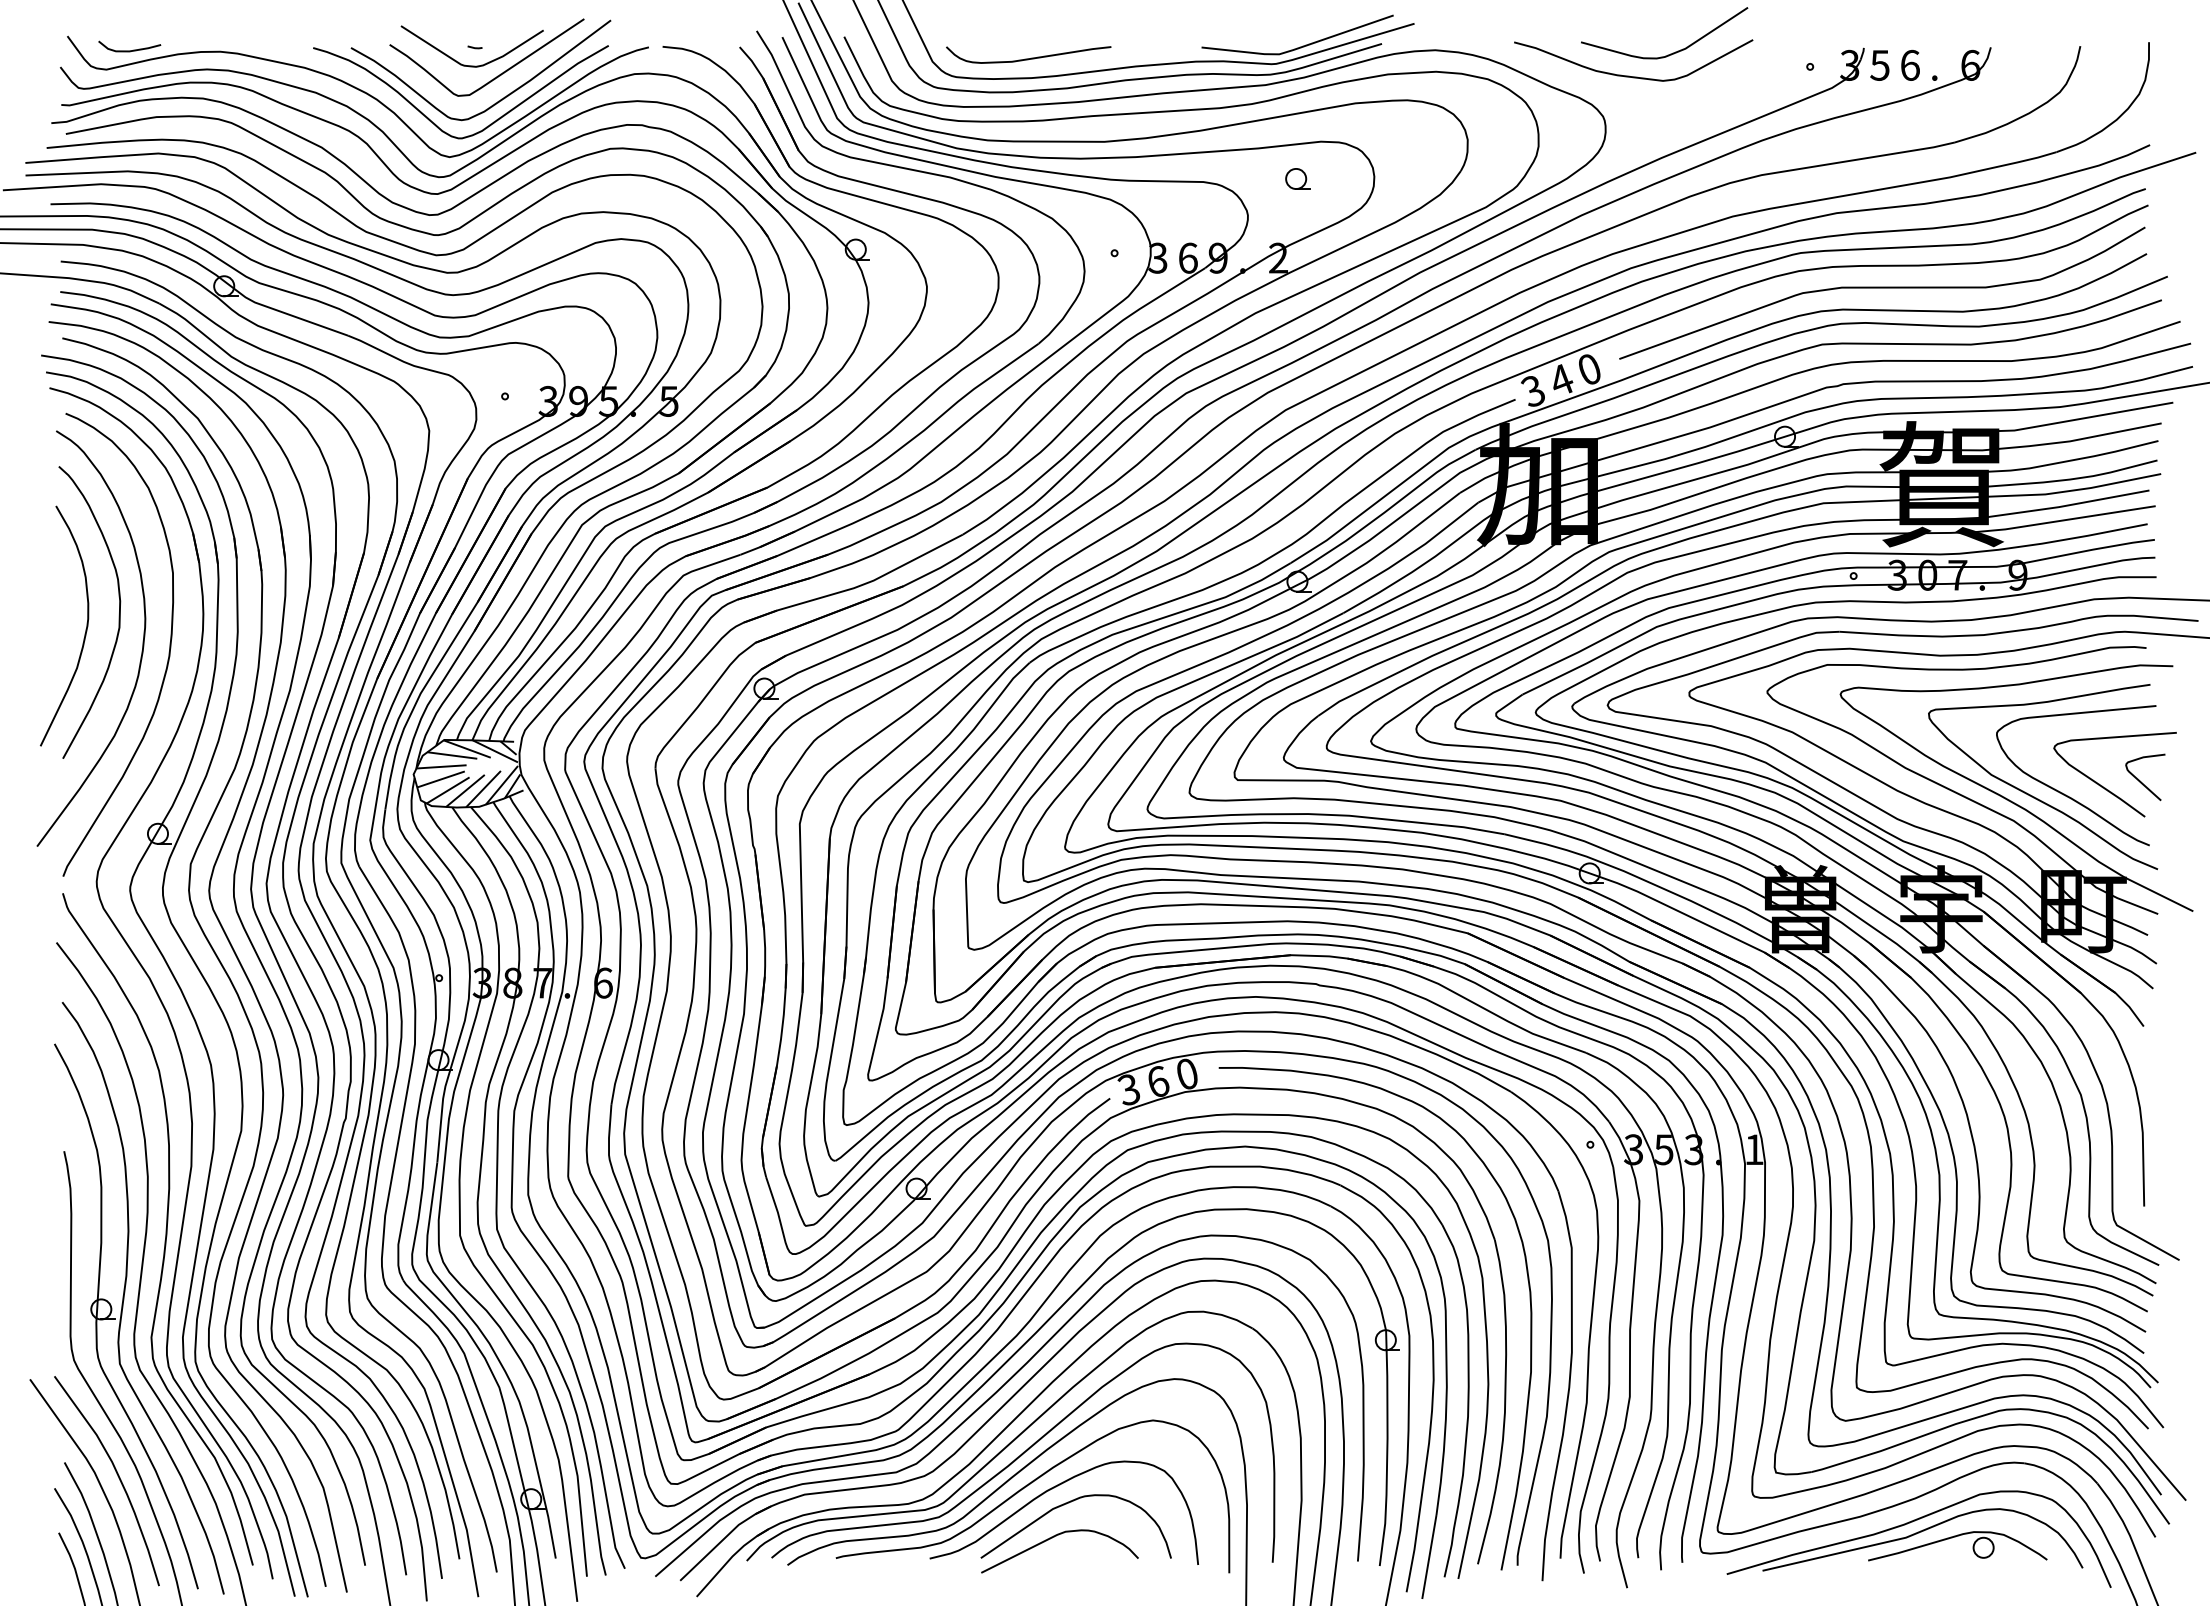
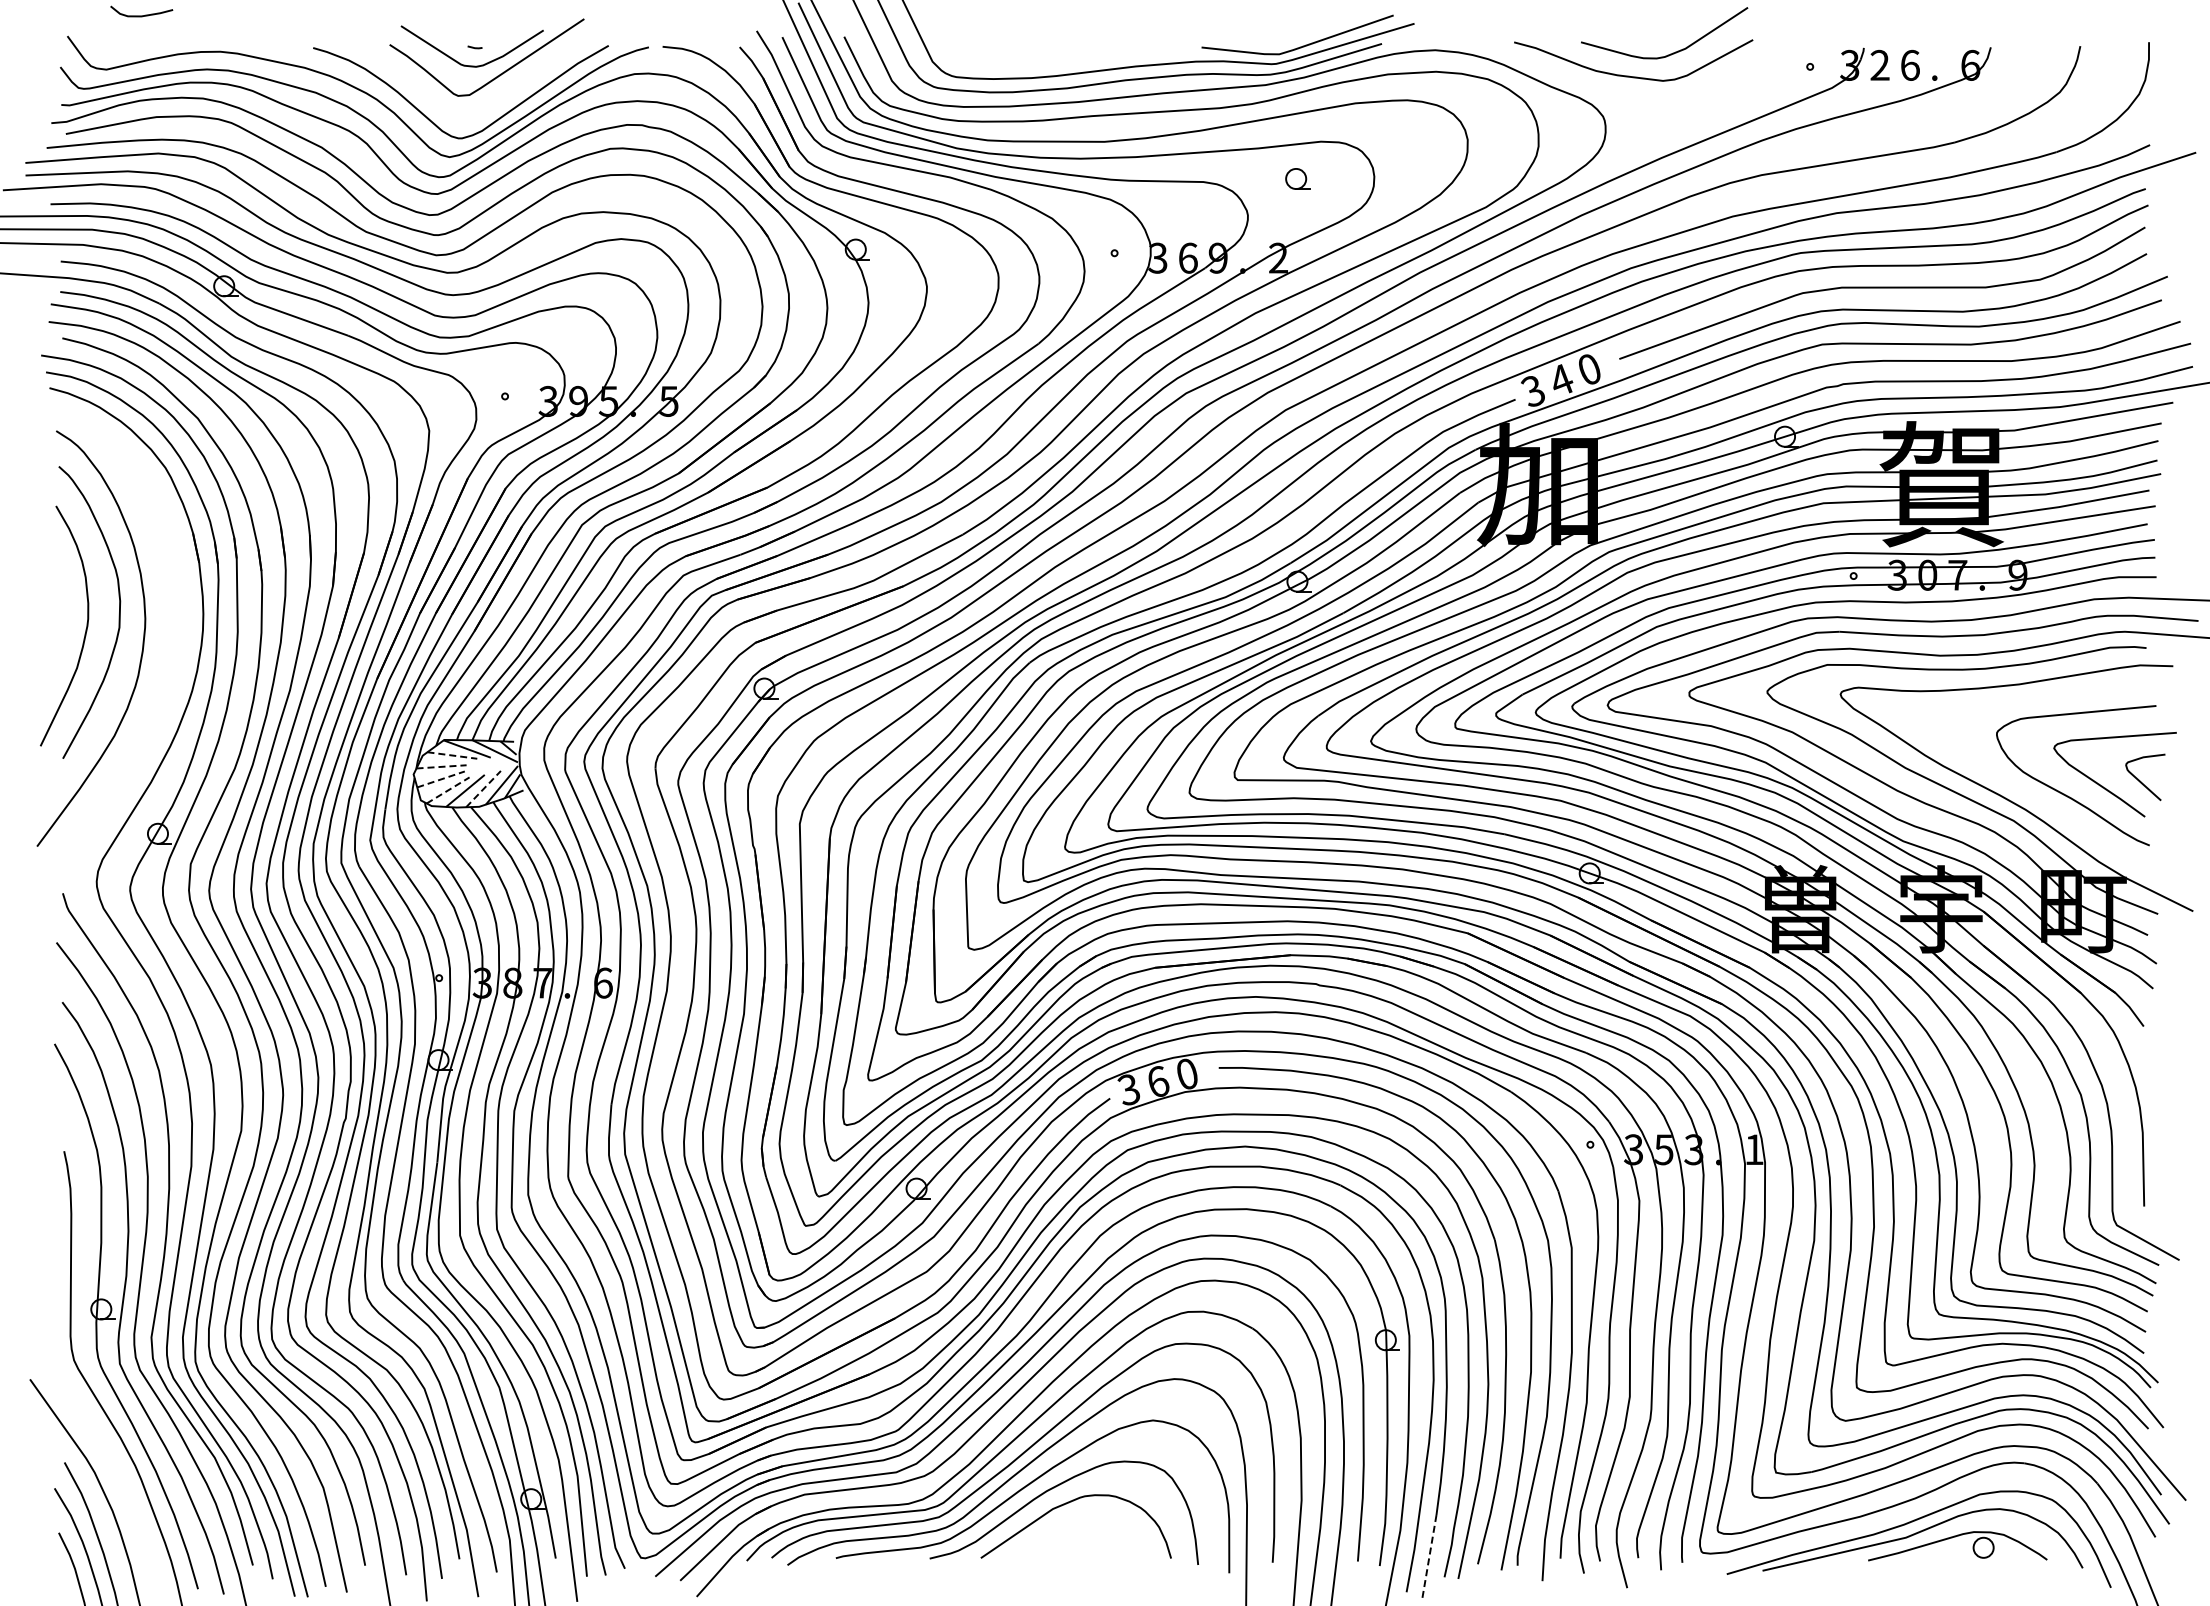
curve at (129, 50) position: (129, 50) -> (141, 15)
curve at (1028, 58): present -> none
text at (1879, 64): 5 -> 2
curve at (498, 100): present -> none
curve at (168, 652): present -> none
line at (452, 755): solid -> dashed
line at (442, 766): solid -> dashed
line at (441, 779): solid -> dashed
line at (483, 788): solid -> dashed
line at (448, 790): solid -> dashed
curve at (2034, 796): present -> none
curve at (117, 1476): present -> none
curve at (1052, 1538): present -> none
line at (1429, 1557): solid -> dashed
